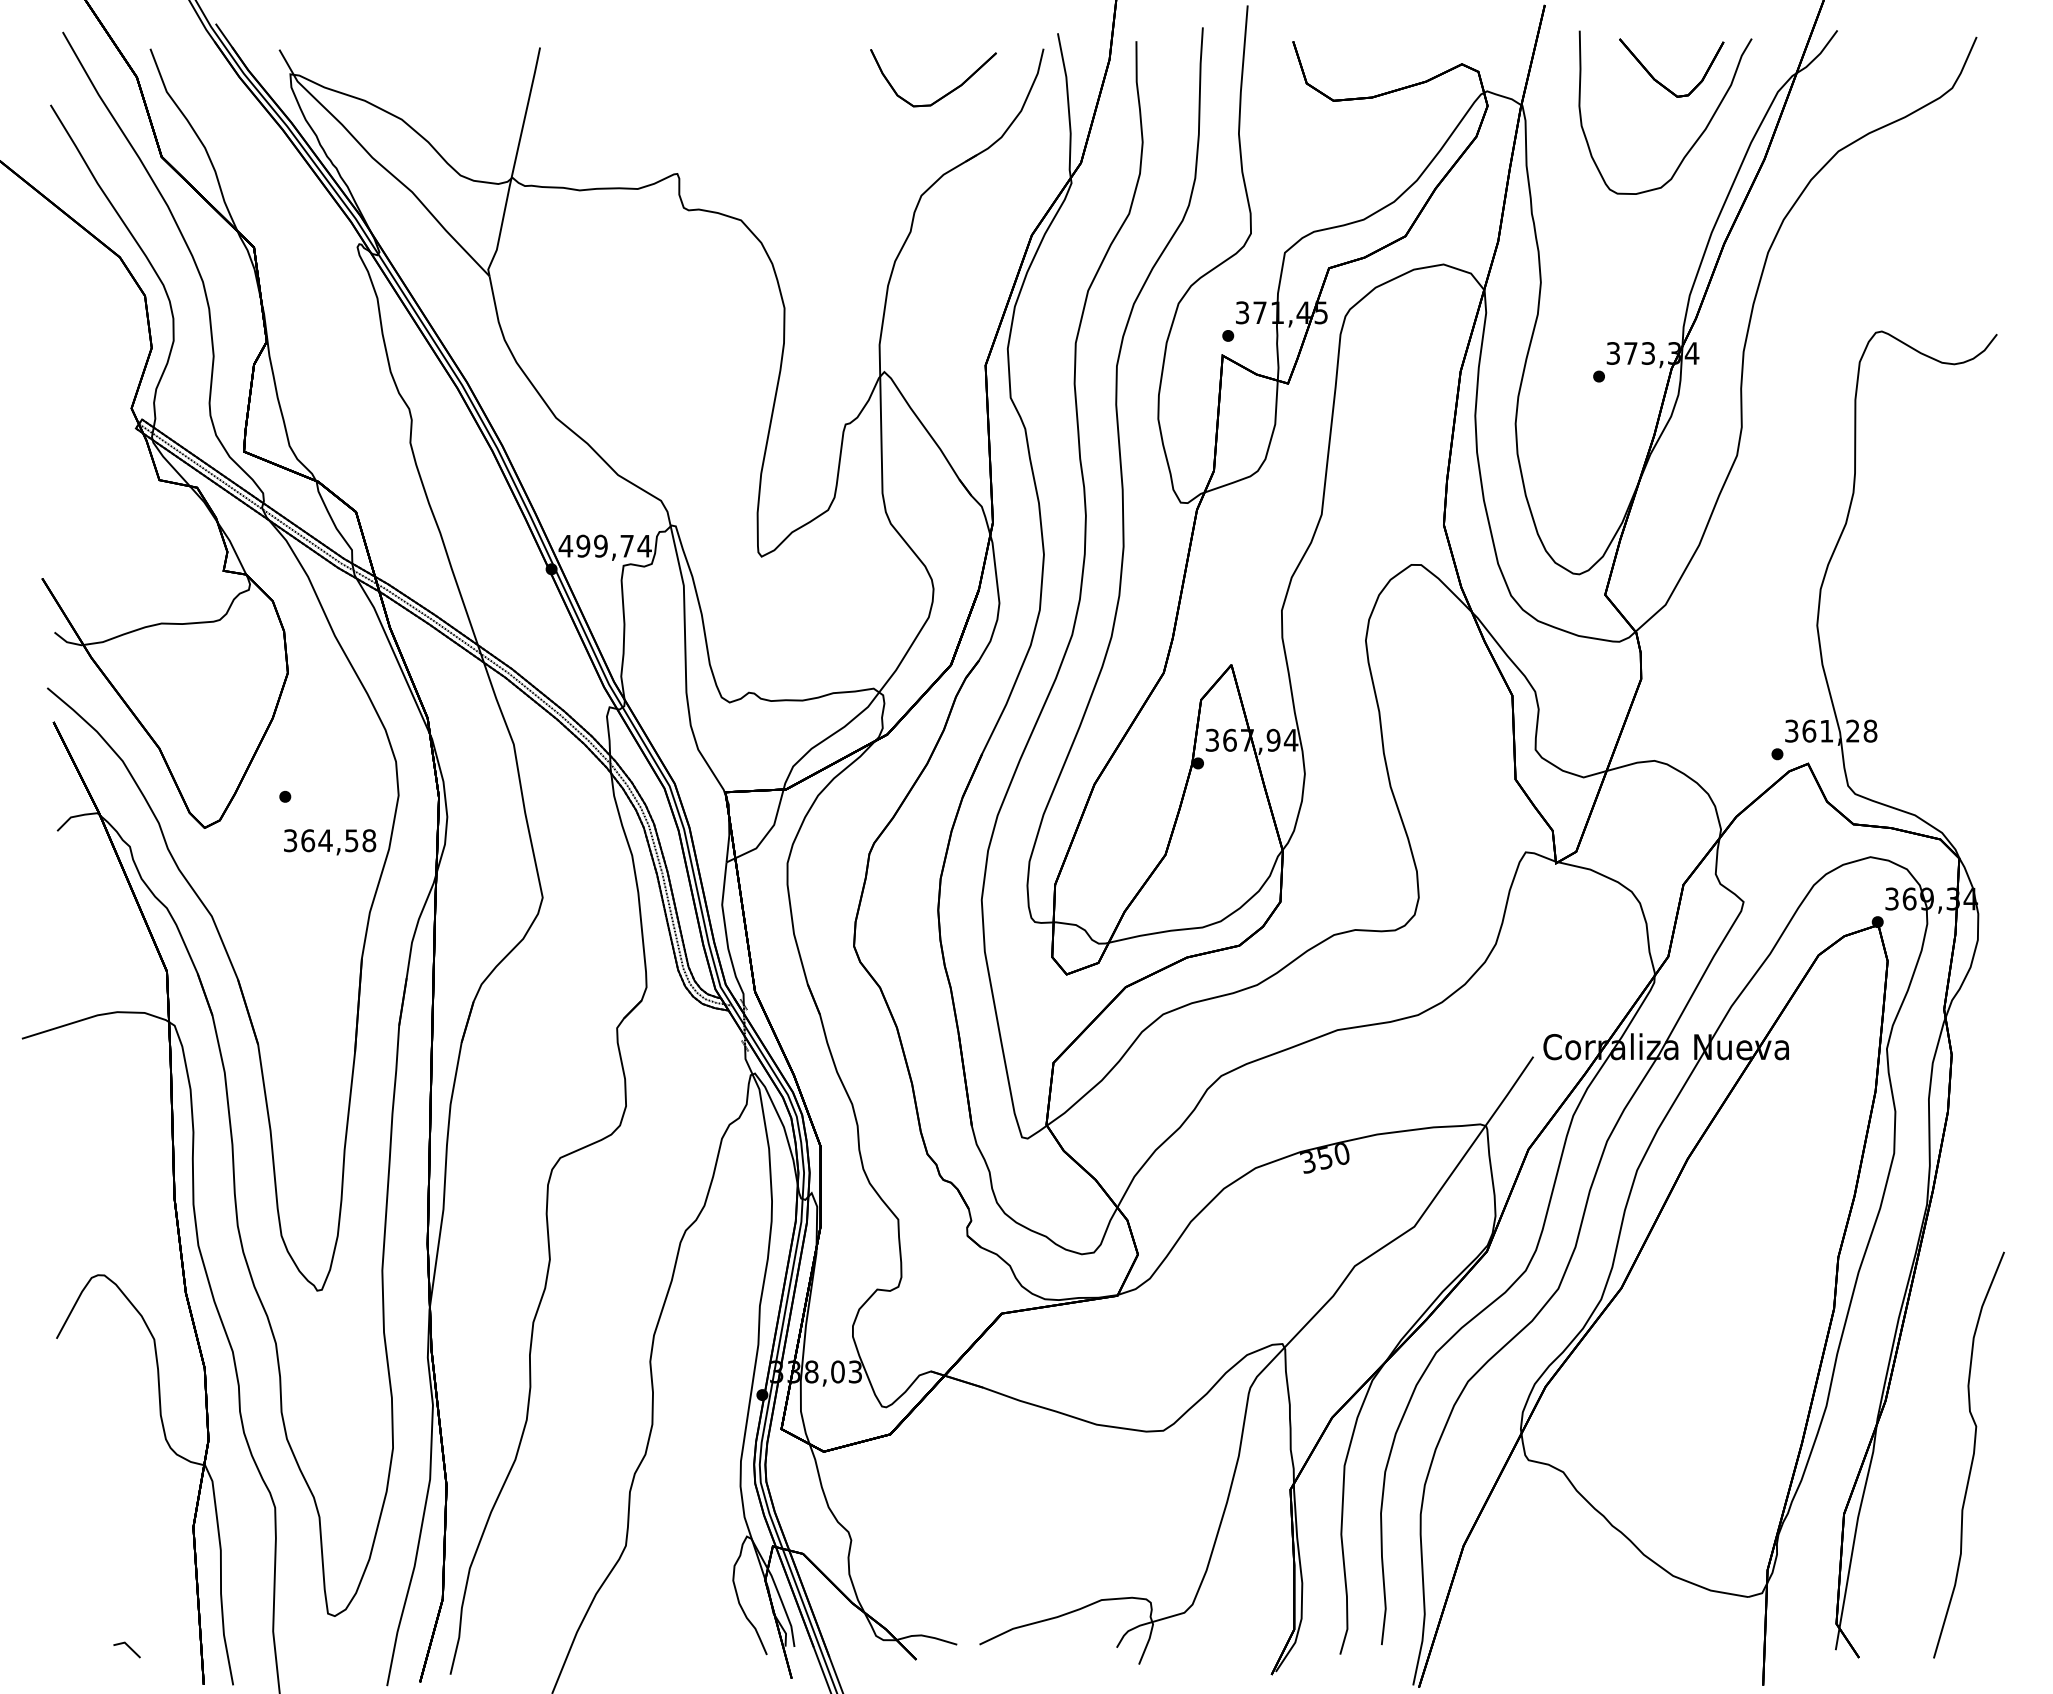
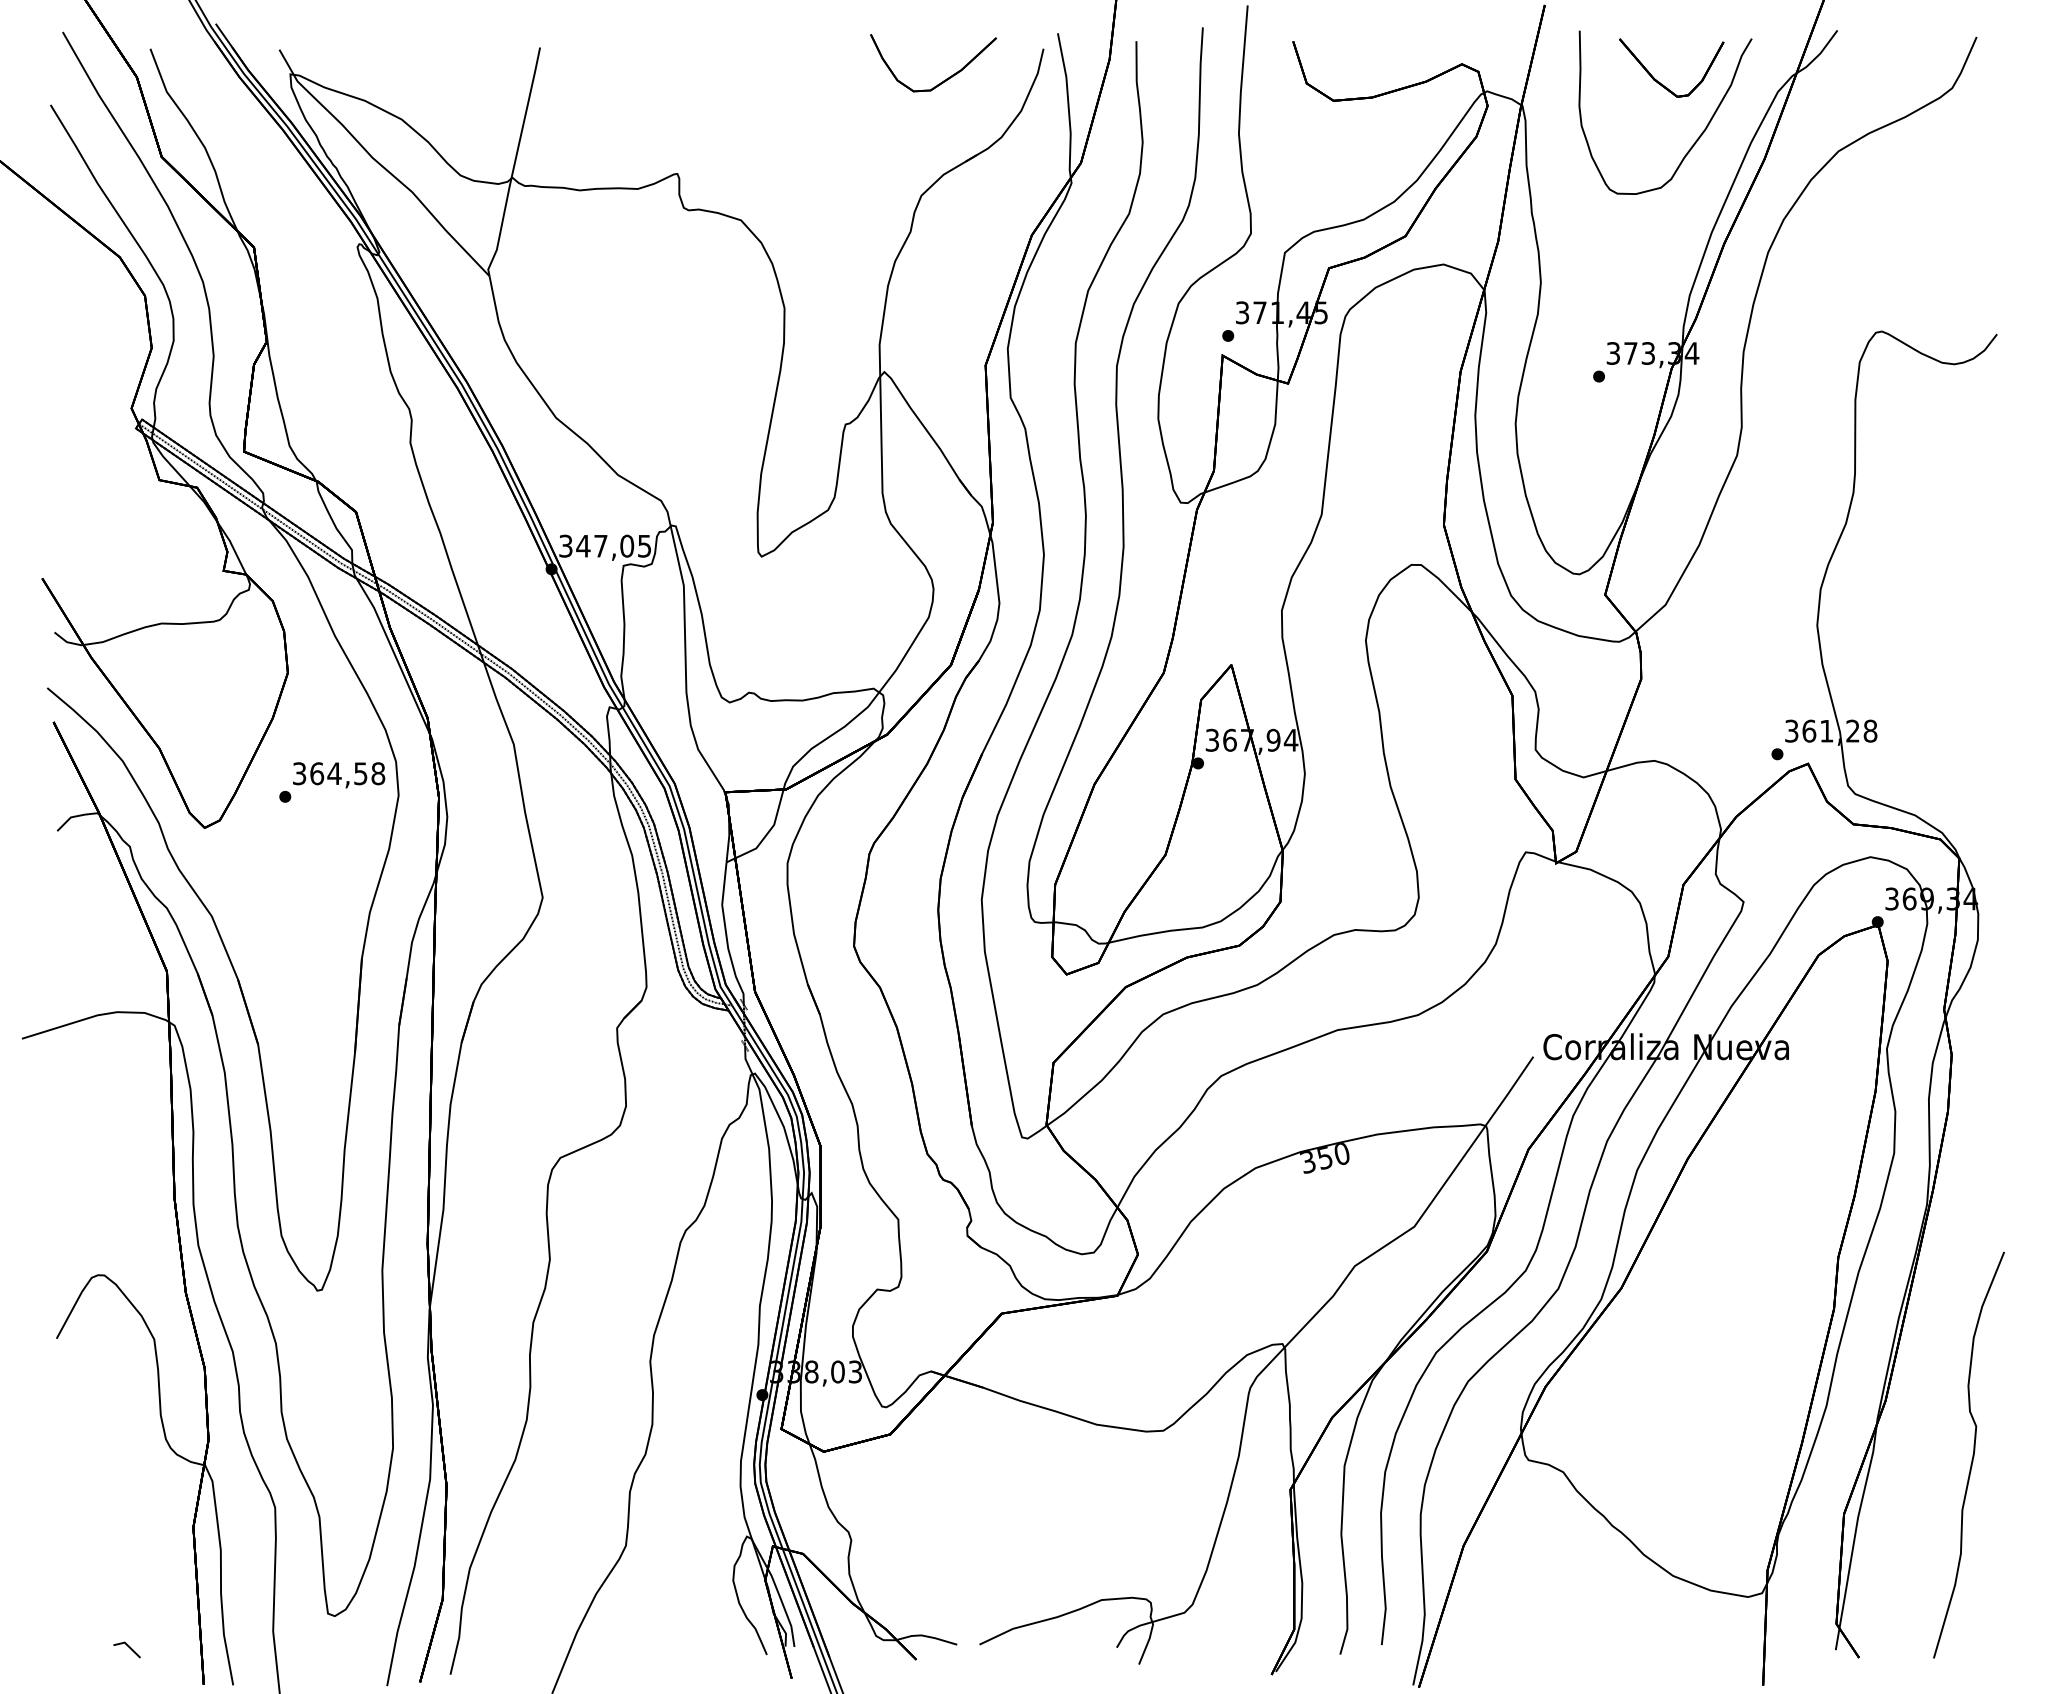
part at (943, 95) position: (943, 95) -> (943, 80)
text at (604, 545): 499,74 -> 347,05
text at (330, 842) position: (330, 842) -> (339, 775)
